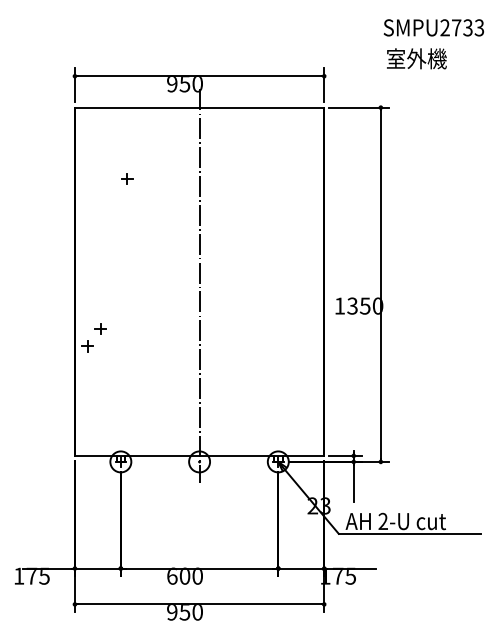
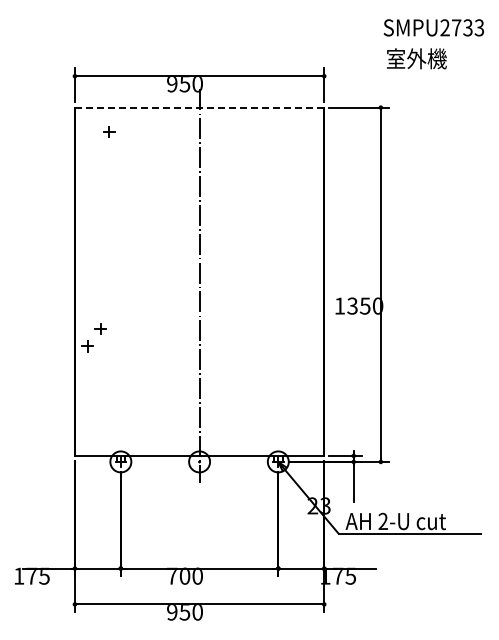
line at (199, 107): solid -> dashed
part at (127, 178) position: (127, 178) -> (109, 131)
text at (172, 575): 600 -> 700
